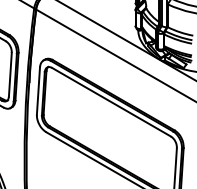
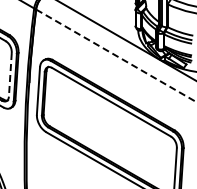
line at (116, 55): solid -> dashed
line at (10, 74): solid -> dashed
